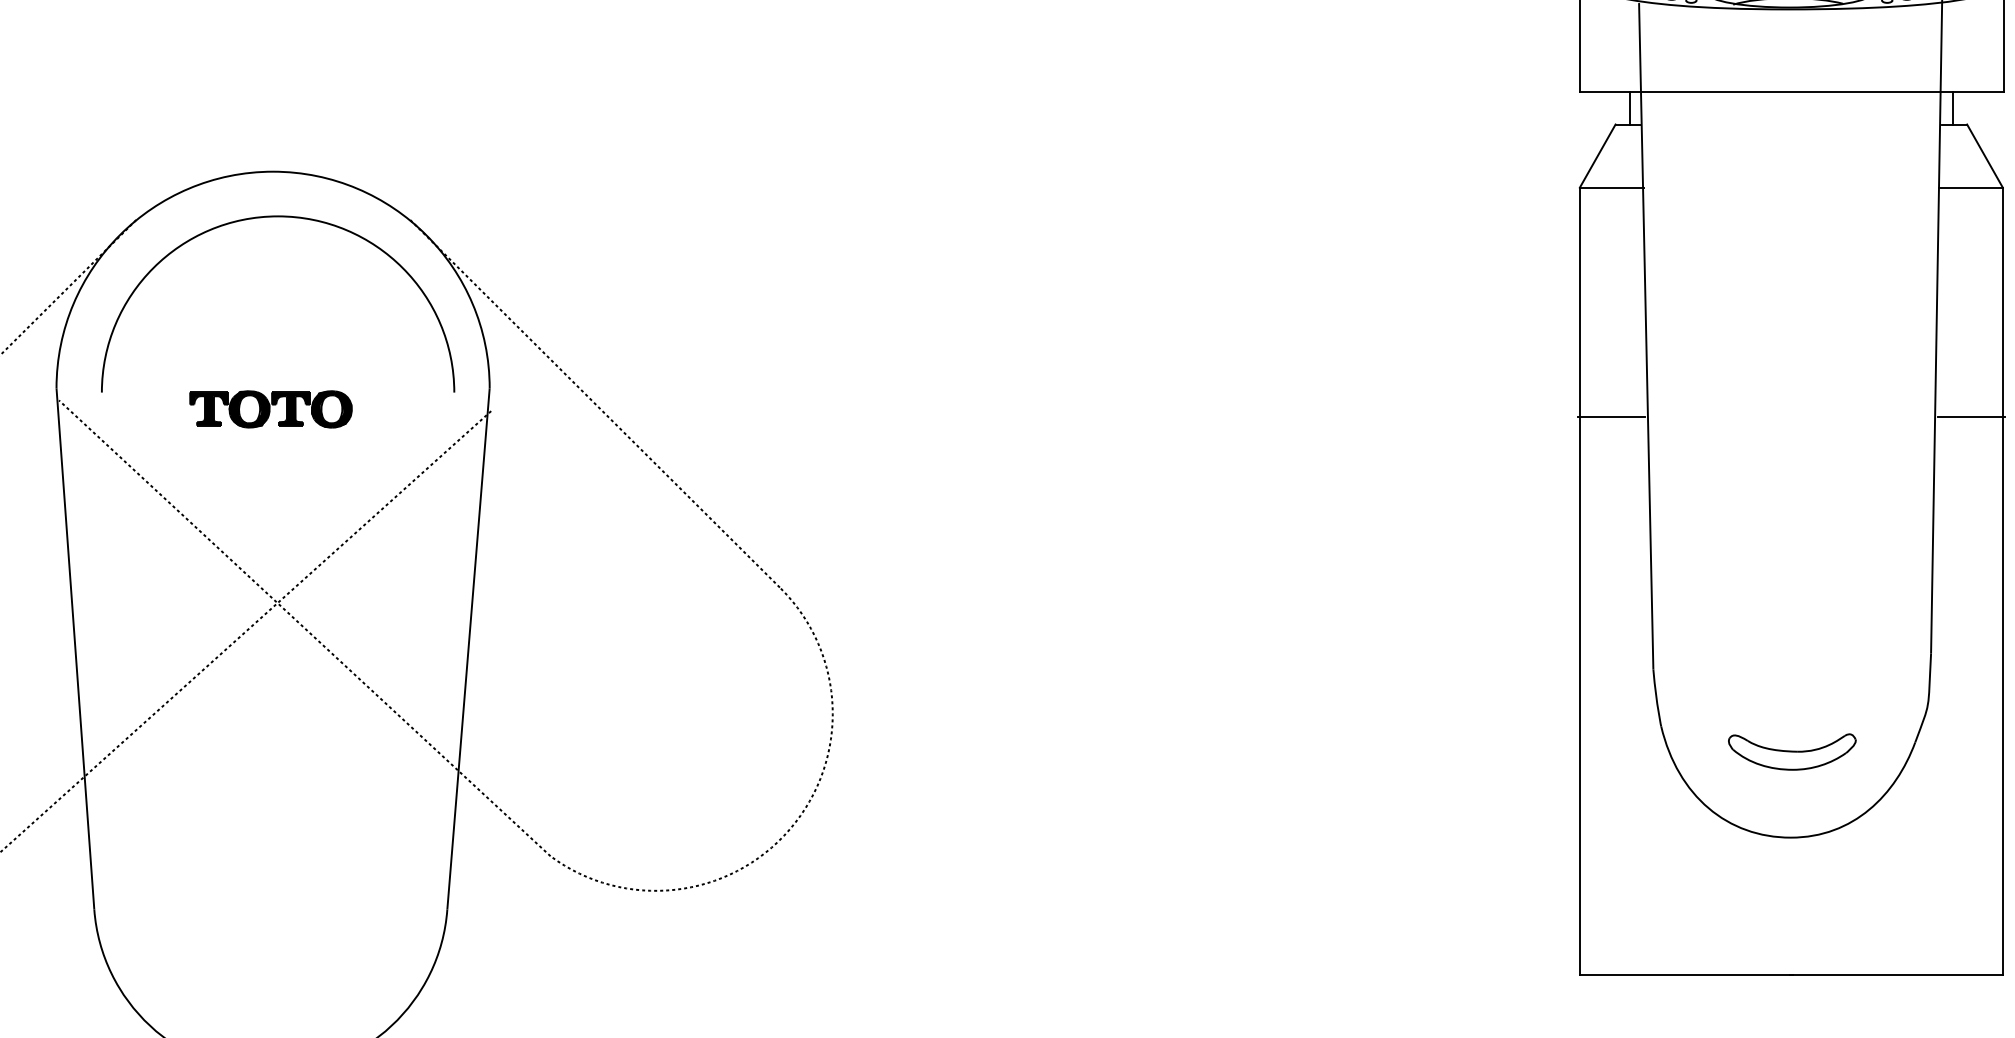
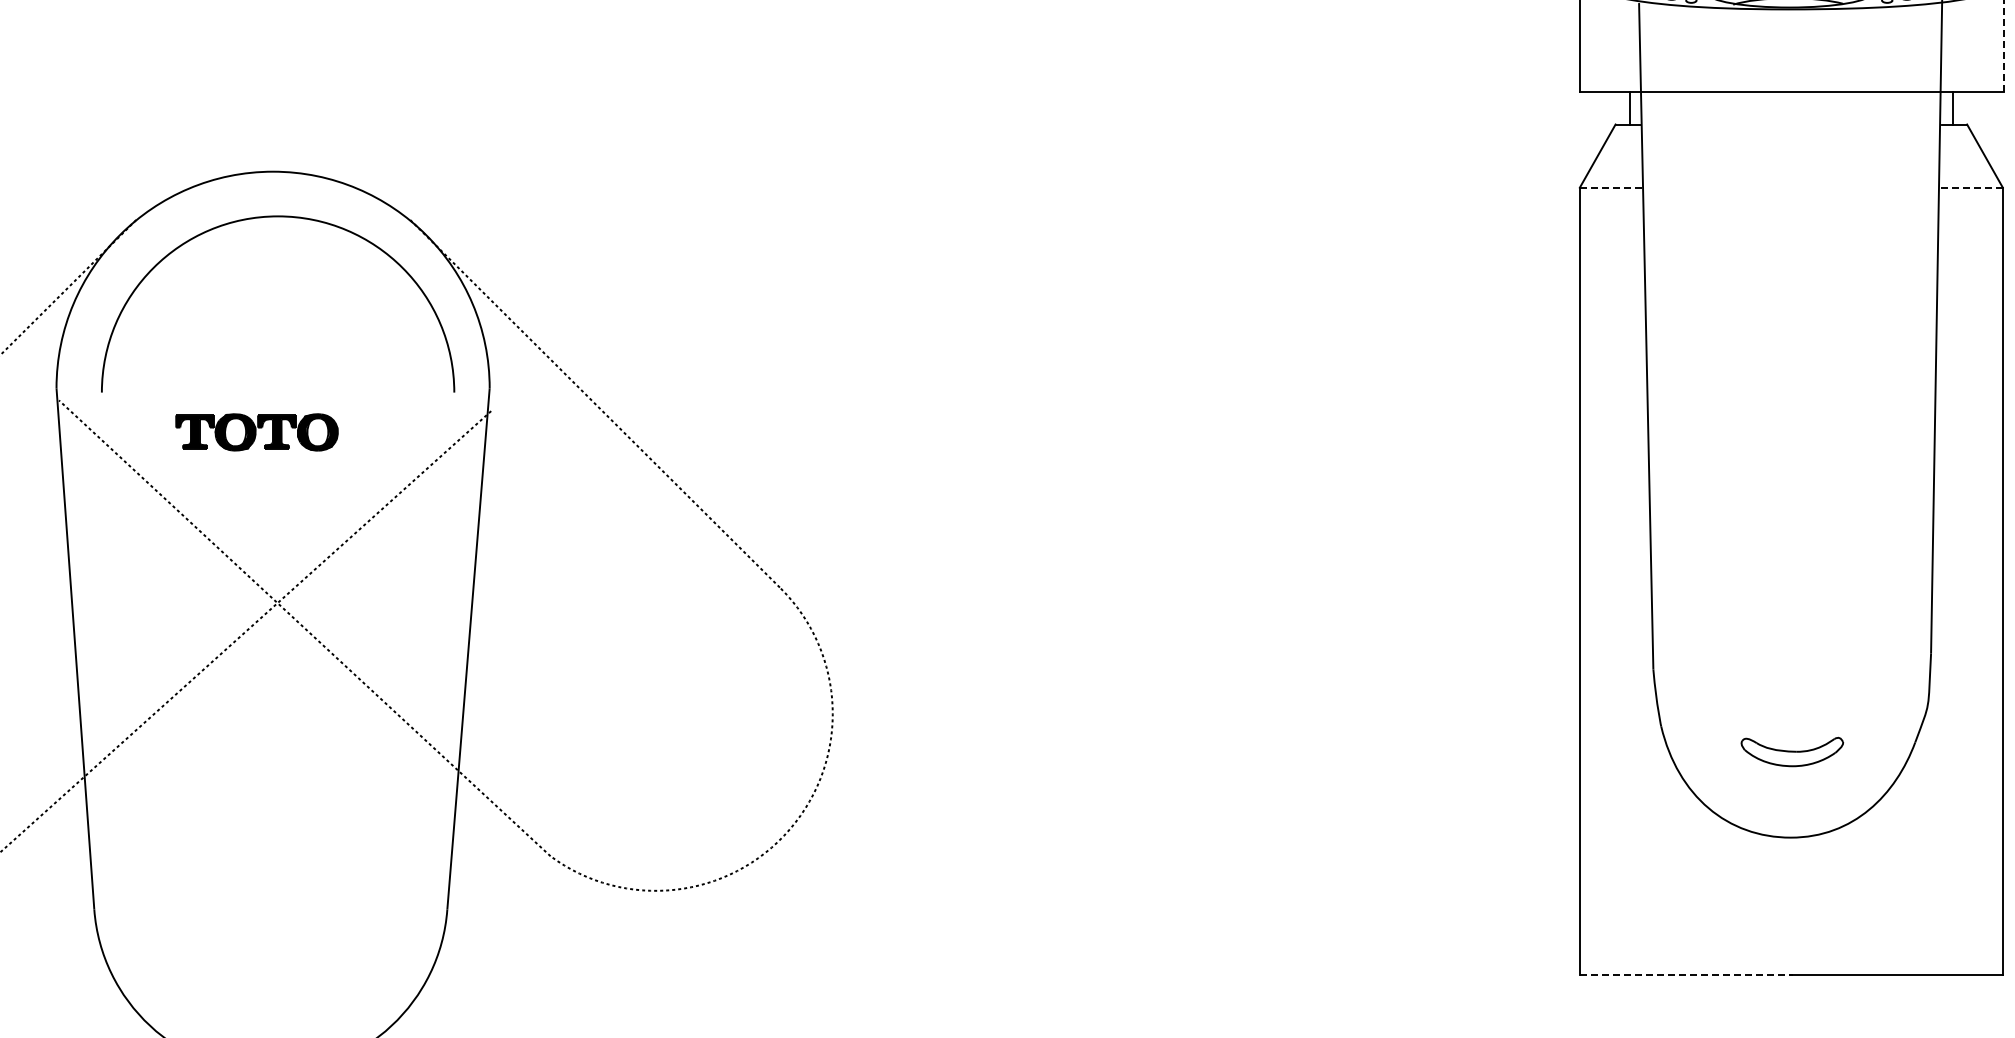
line at (2003, 46): solid -> dashed
line at (1612, 187): solid -> dashed
line at (1970, 187): solid -> dashed
part at (270, 409) position: (270, 409) -> (256, 432)
line at (1611, 417): present -> none
line at (1970, 417): present -> none
part at (1792, 751) size: 129x38 px -> 105x32 px
line at (1686, 974): solid -> dashed
